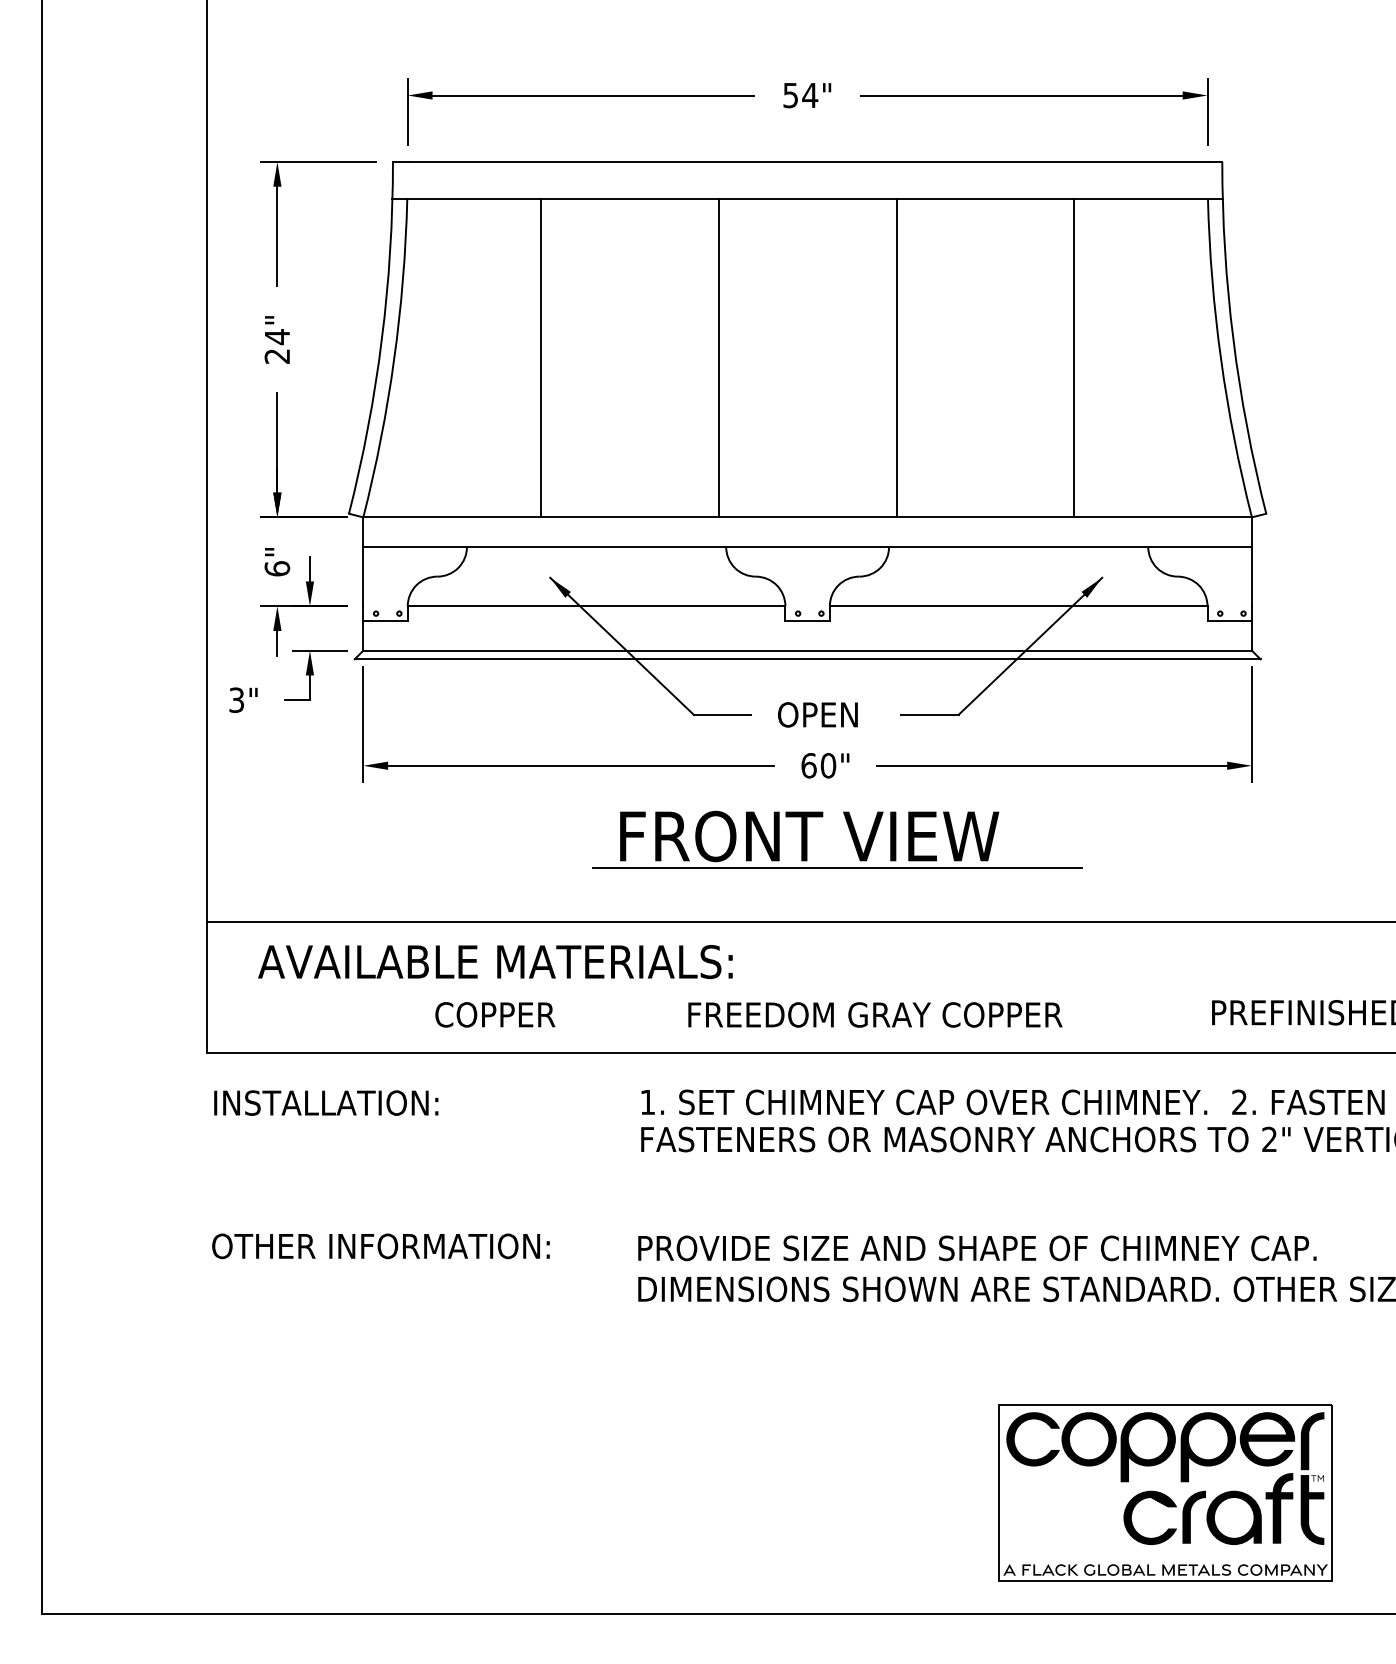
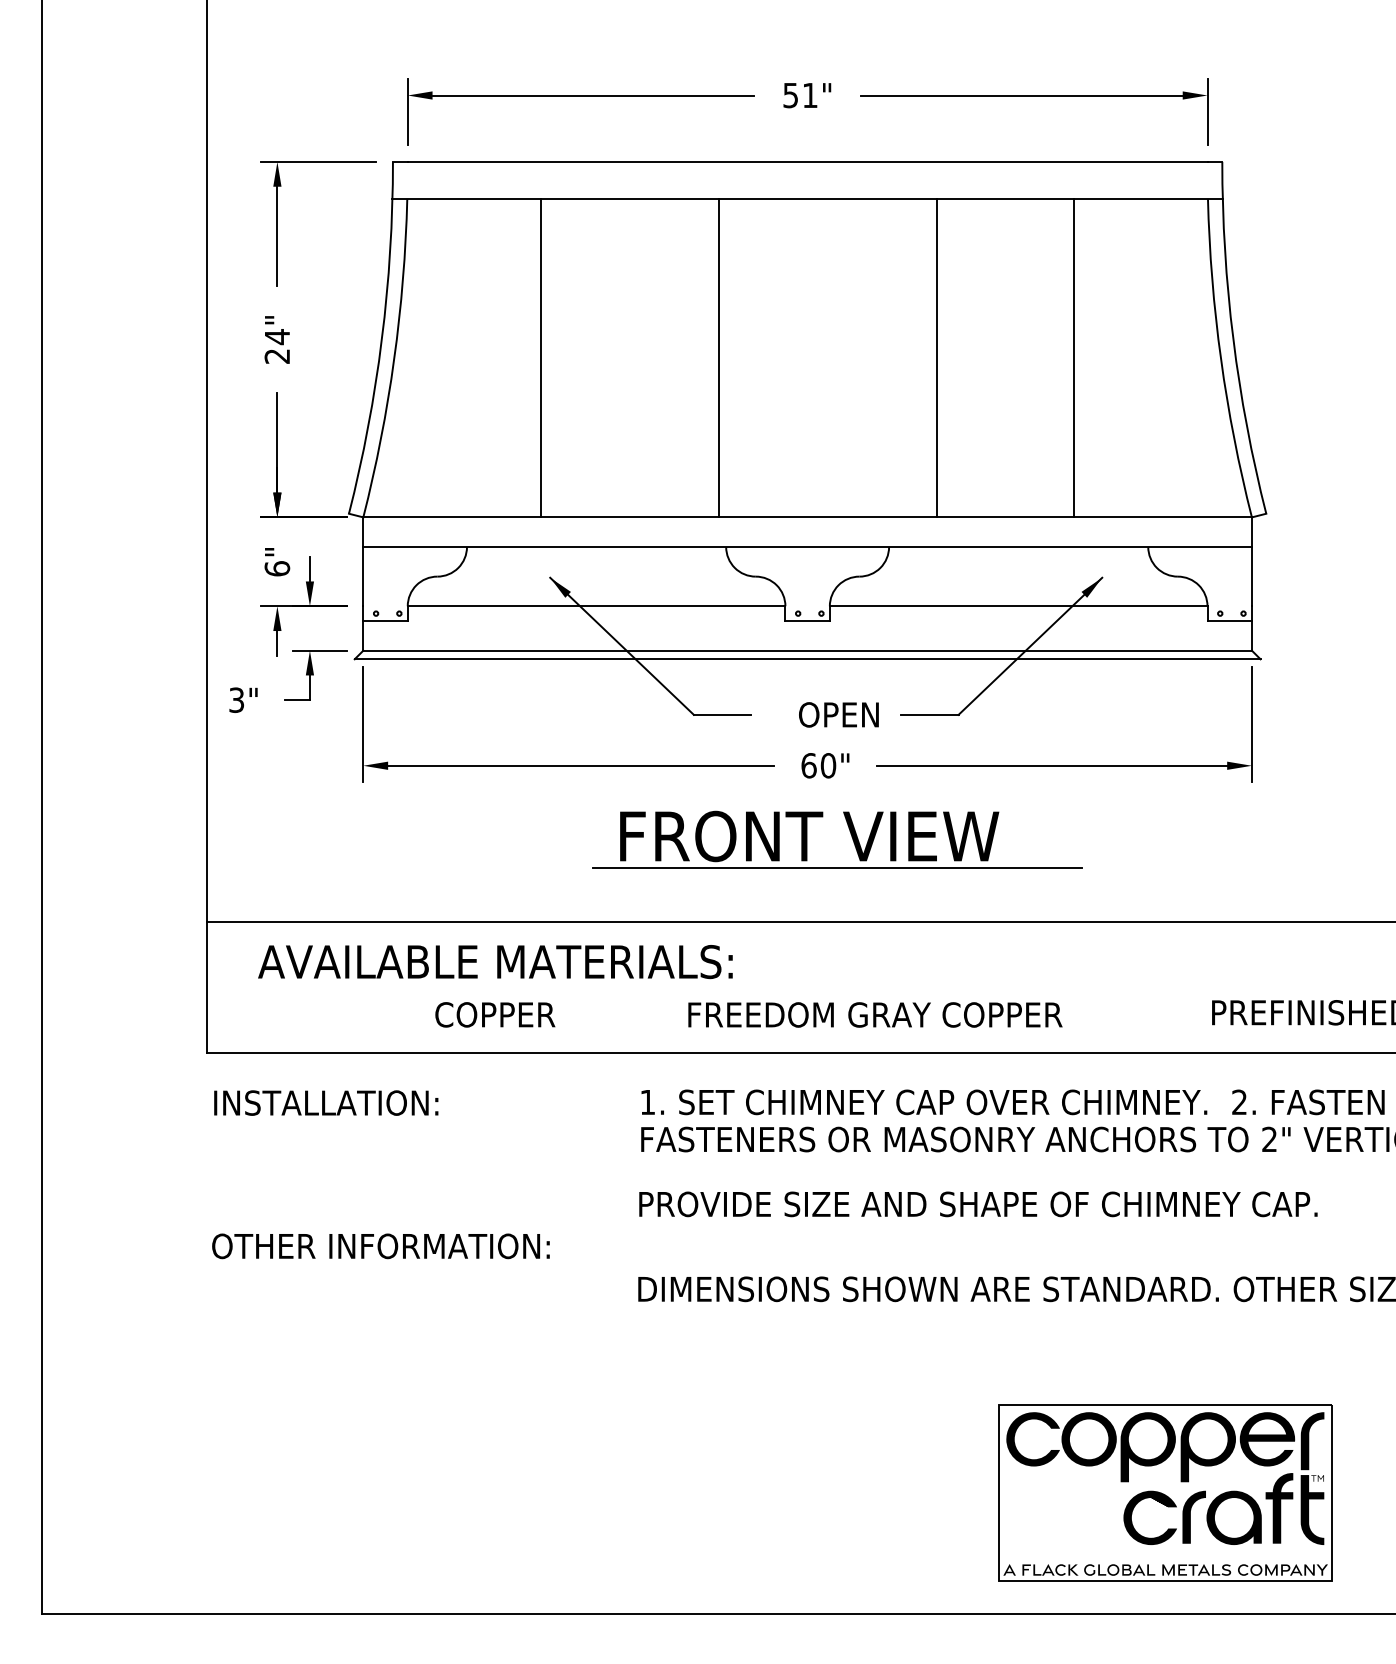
text at (810, 95): 54" -> 51"
line at (896, 357) position: (896, 357) -> (936, 357)
text at (817, 714) position: (817, 714) -> (838, 714)
text at (977, 1248) position: (977, 1248) -> (978, 1204)
